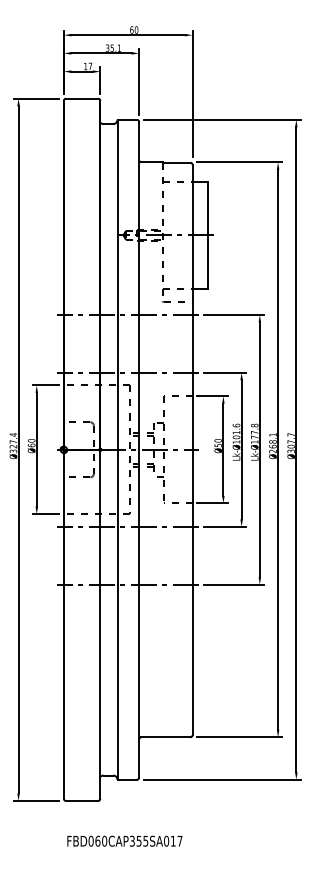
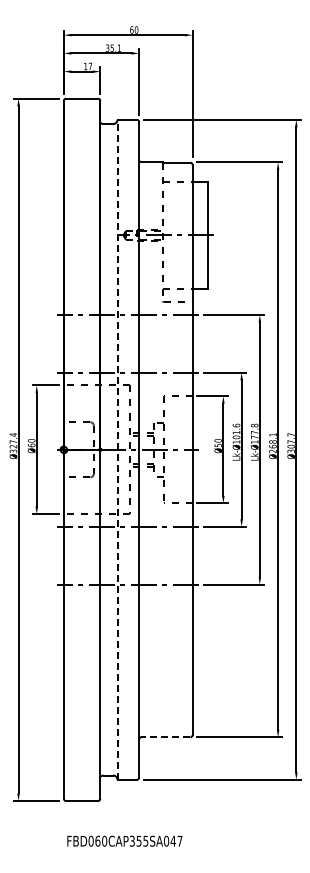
line at (117, 449): solid -> dashed
line at (165, 737): solid -> dashed
text at (173, 840): FBD060CAP355SA017 -> FBD060CAP355SA047
